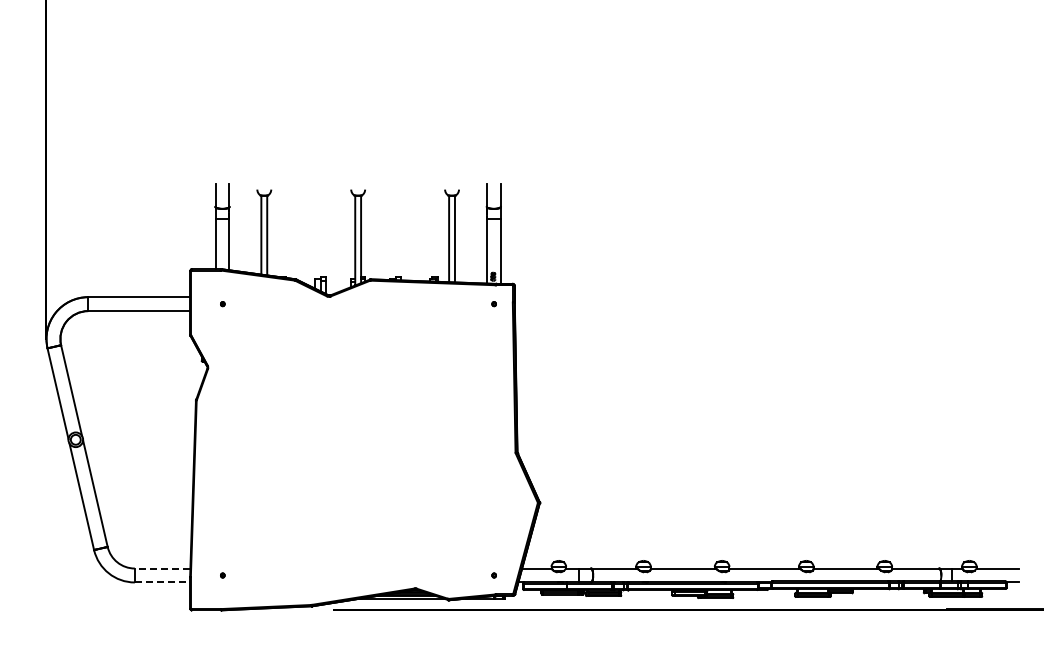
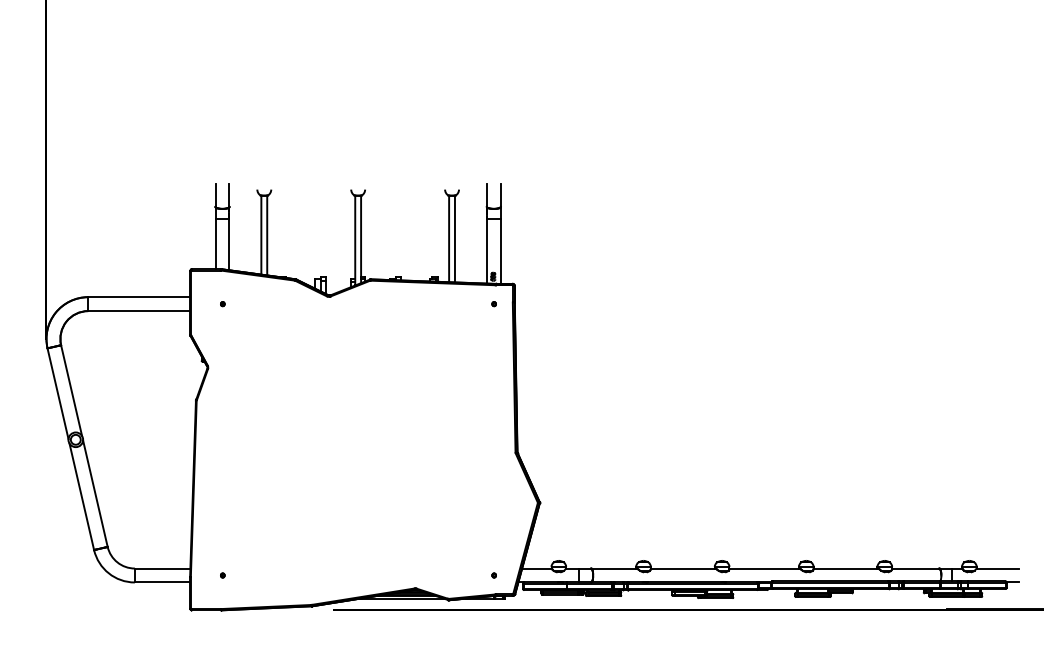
line at (162, 568): dashed -> solid
line at (162, 582): dashed -> solid
